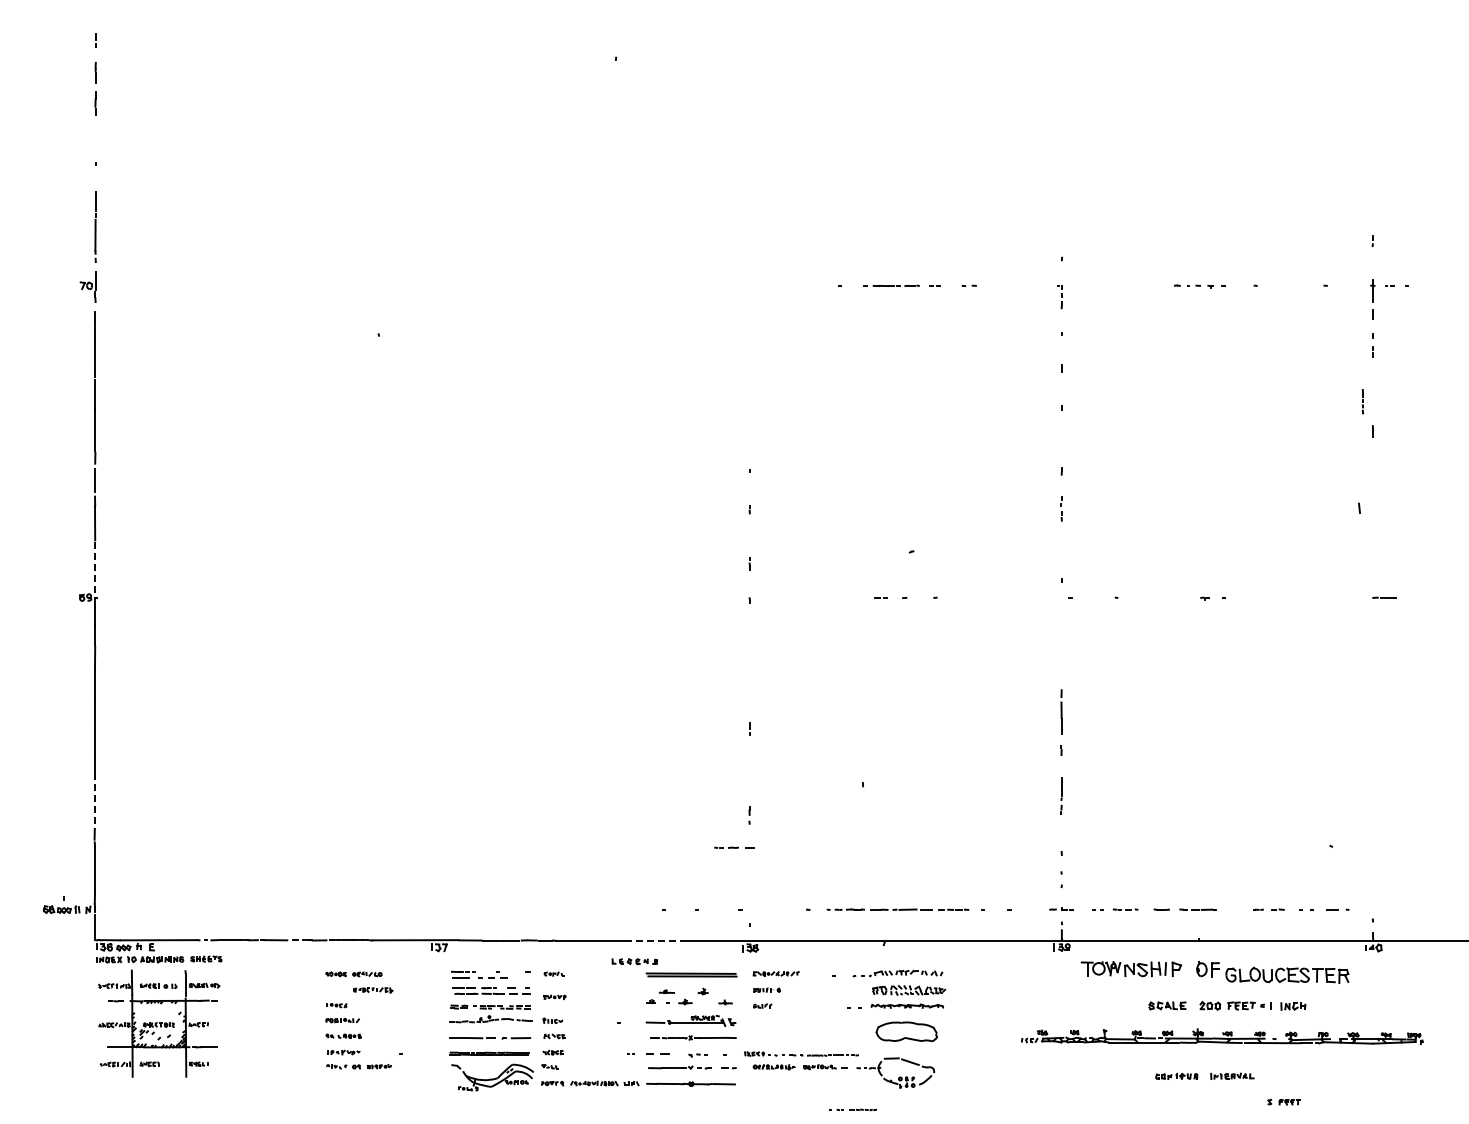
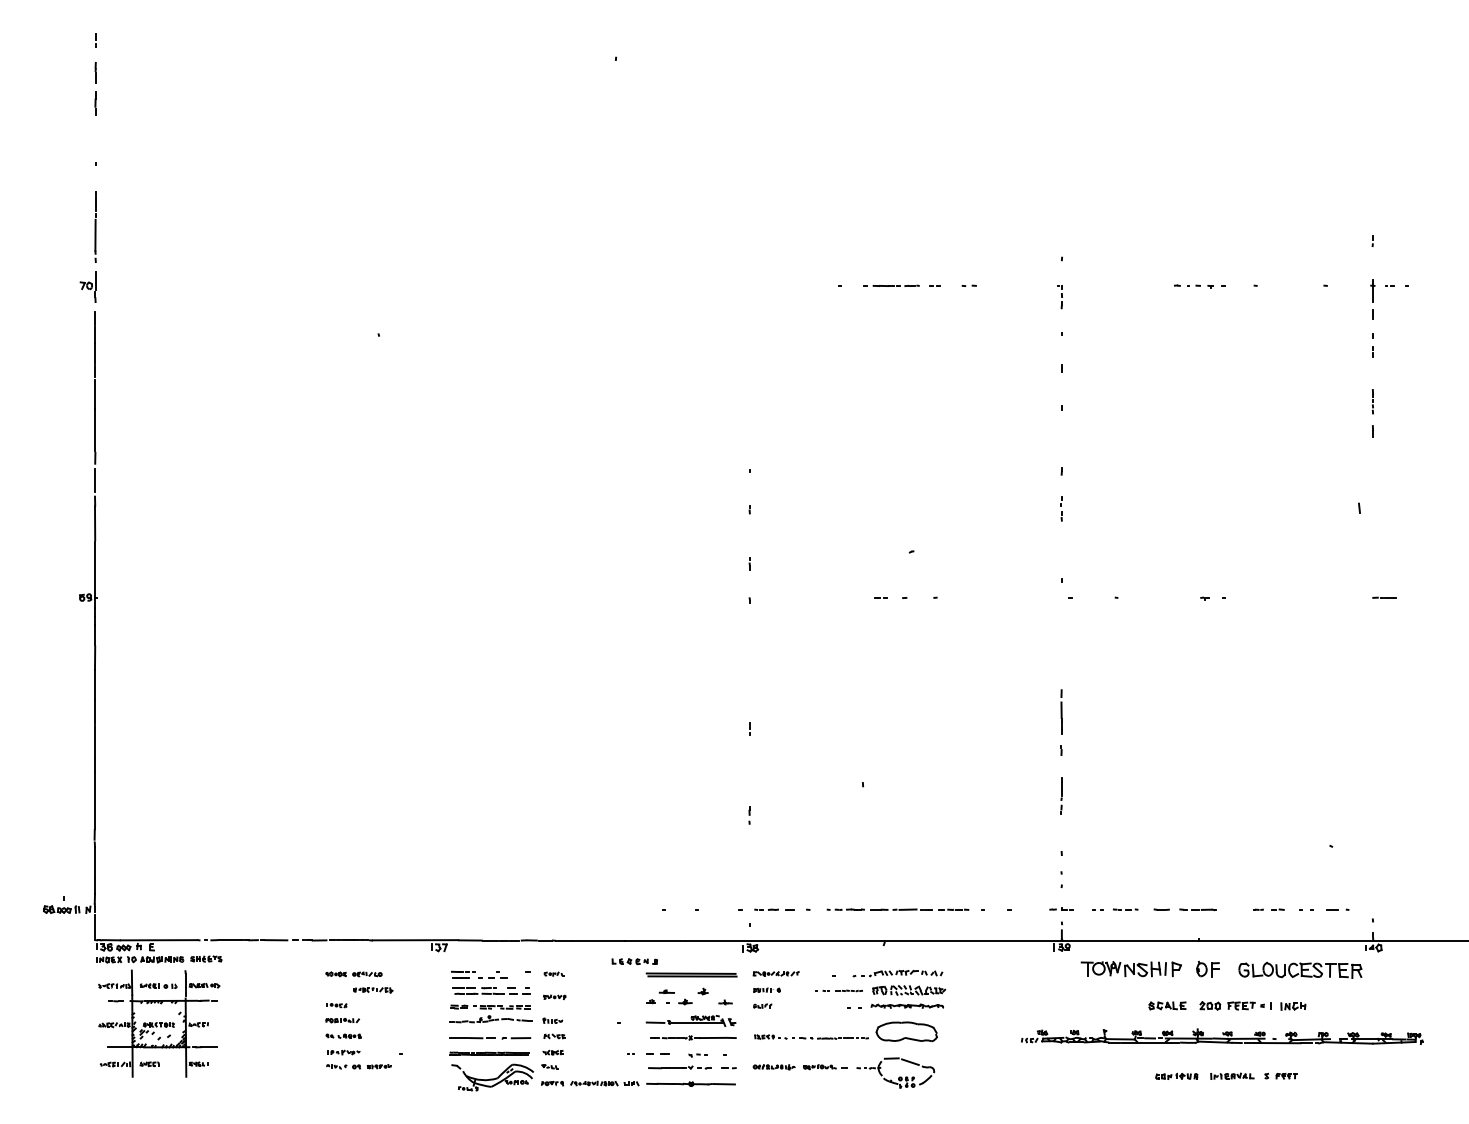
line at (1362, 401) position: (1362, 401) -> (1372, 401)
line at (95, 571): dashed -> solid
line at (94, 801): dashed -> solid
part at (734, 847) position: (734, 847) -> (774, 909)
line at (655, 940): dashed -> solid
part at (1287, 974) position: (1287, 974) -> (1300, 969)
part at (801, 1053) position: (801, 1053) -> (811, 1036)
part at (1283, 1101) position: (1283, 1101) -> (1280, 1075)
part at (852, 1109) position: (852, 1109) -> (838, 990)
